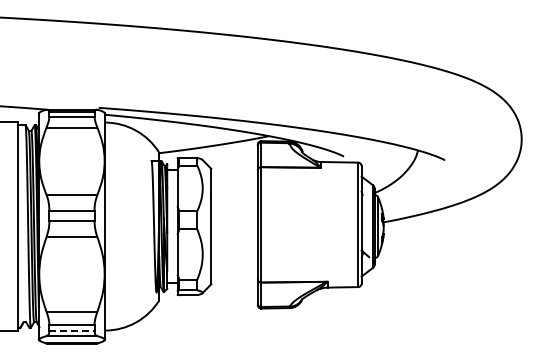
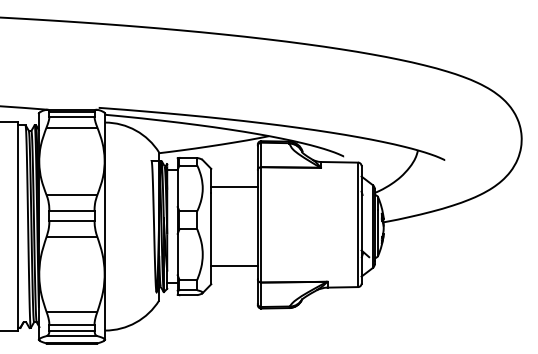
line at (234, 187): none -> present
line at (234, 266): none -> present
line at (71, 330): dashed -> solid
